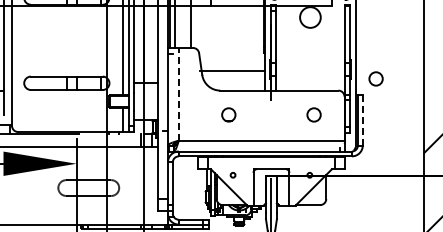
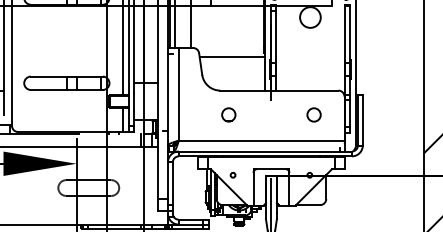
line at (231, 70) position: (231, 70) -> (231, 56)
circle at (375, 78): present -> none
line at (178, 93): dashed -> solid
line at (362, 120): dashed -> solid
